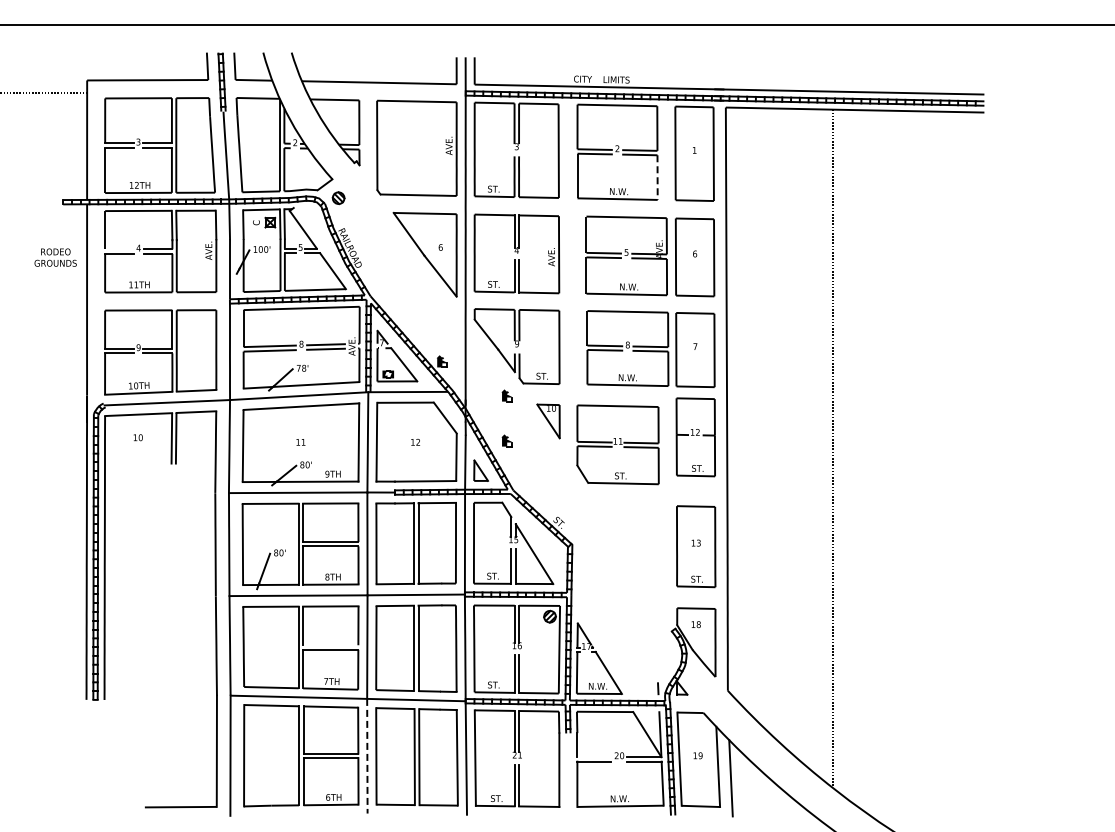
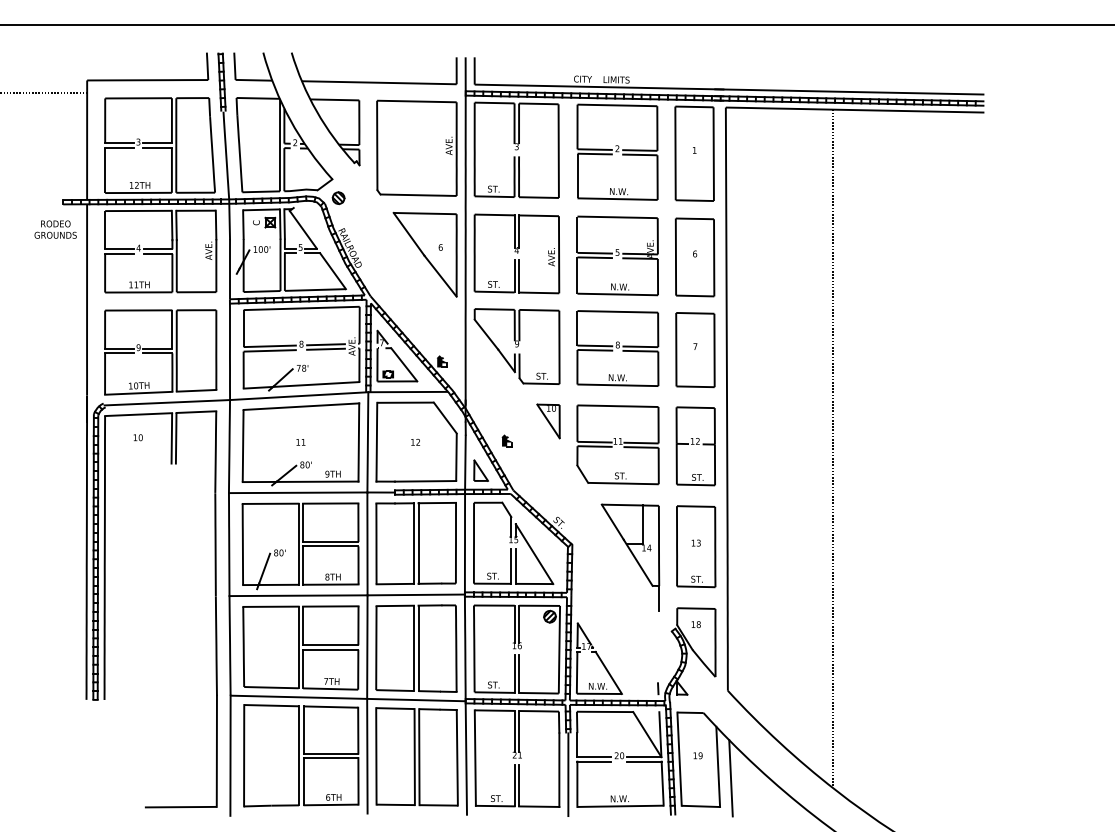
line at (657, 178): dashed -> solid
line at (119, 249): none -> present
part at (626, 255) position: (626, 255) -> (617, 255)
text at (55, 257) position: (55, 257) -> (55, 229)
part at (627, 348) position: (627, 348) -> (617, 348)
part at (506, 395): present -> none
part at (695, 437) position: (695, 437) -> (695, 446)
part at (630, 557): none -> present
line at (330, 645): none -> present
line at (367, 756): dashed -> solid
line at (594, 757): none -> present
line at (568, 774): none -> present
